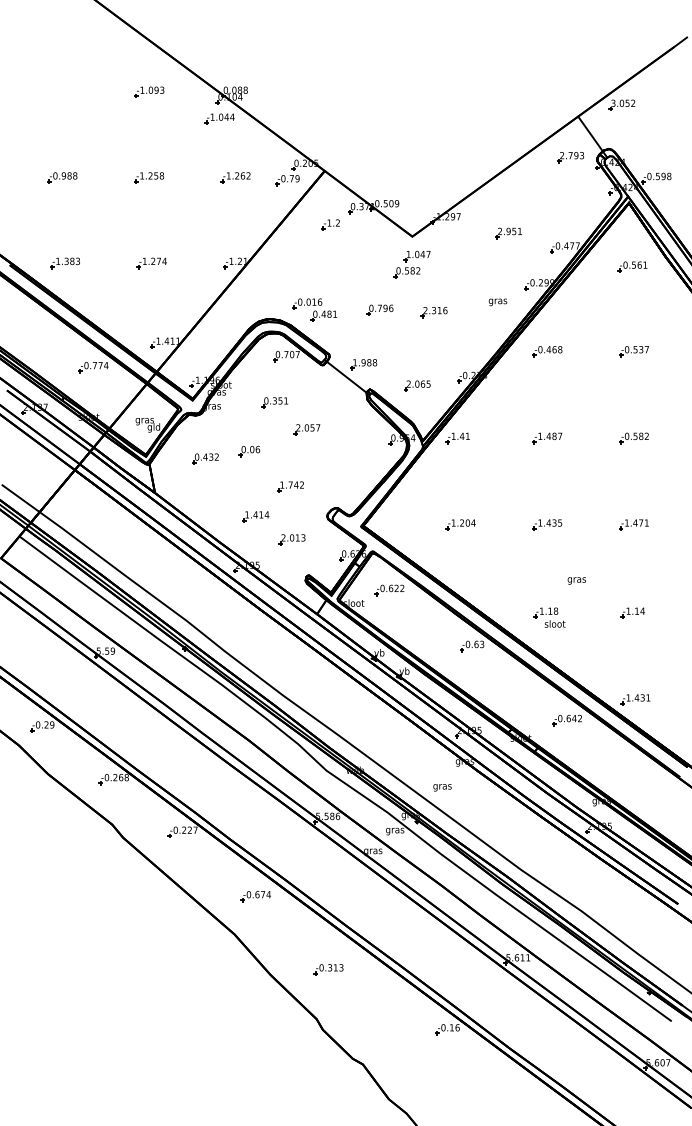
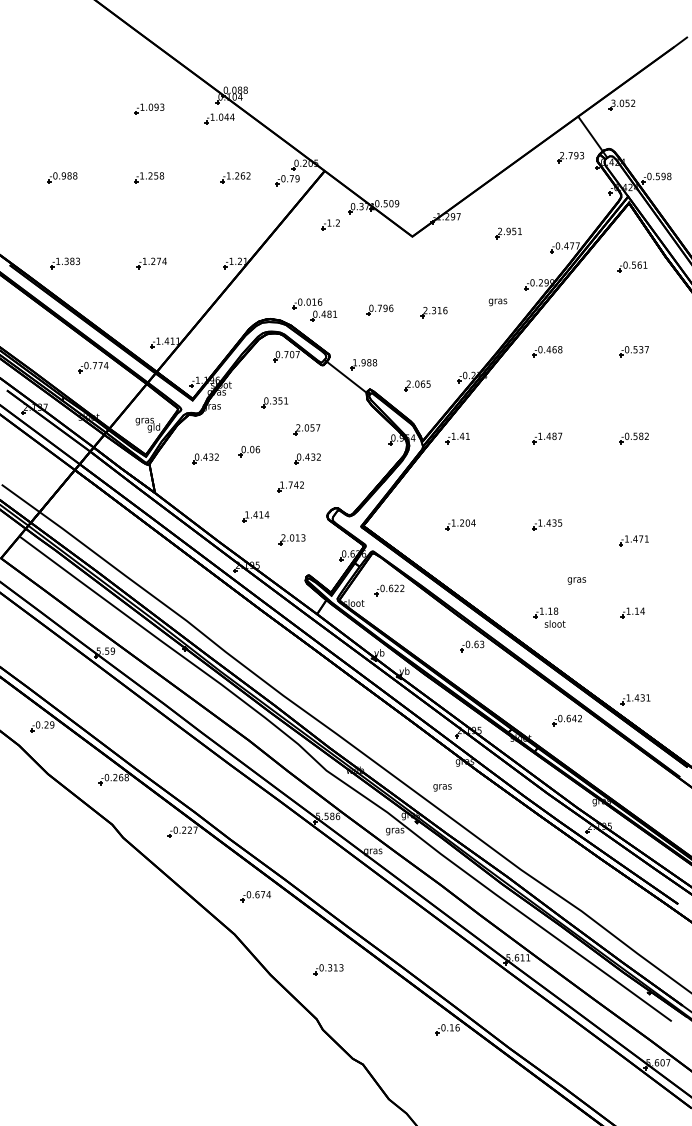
part at (149, 91) position: (149, 91) -> (149, 108)
part at (411, 264): present -> none
part at (307, 458): none -> present
part at (633, 524) position: (633, 524) -> (633, 540)
